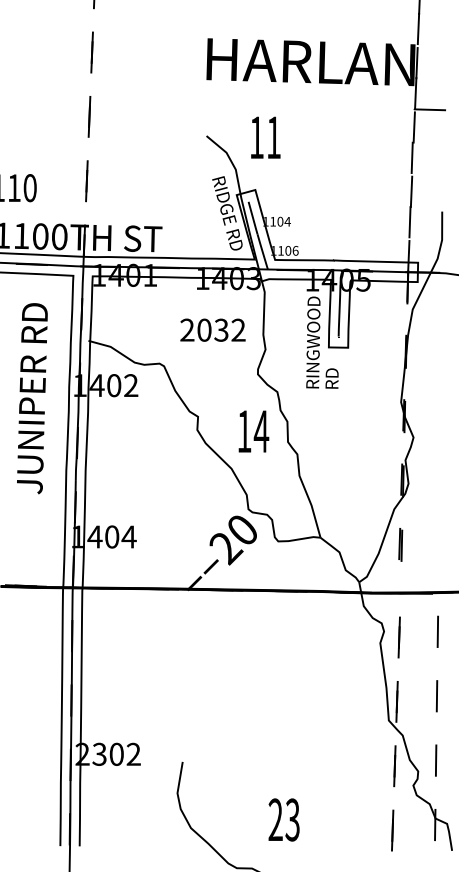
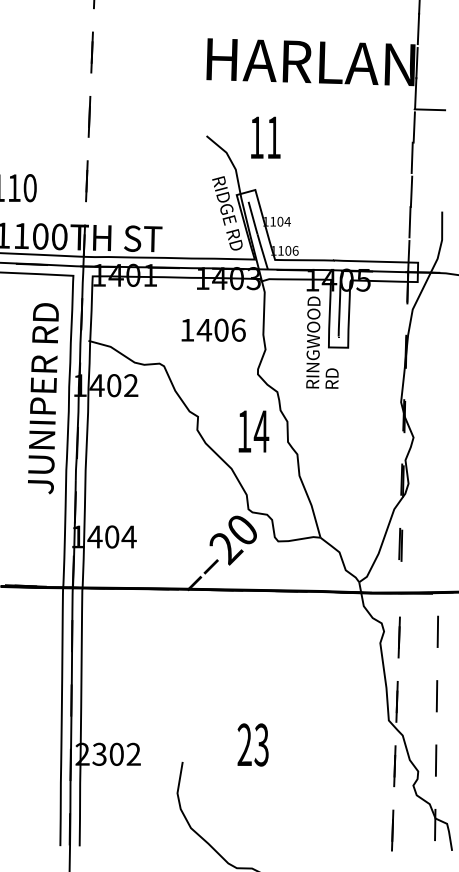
text at (212, 329): 2032 -> 1406
text at (32, 398) position: (32, 398) -> (43, 398)
text at (283, 819) position: (283, 819) -> (252, 744)
